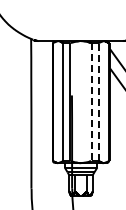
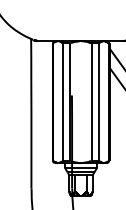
line at (91, 102): dashed -> solid
line at (98, 102): dashed -> solid
